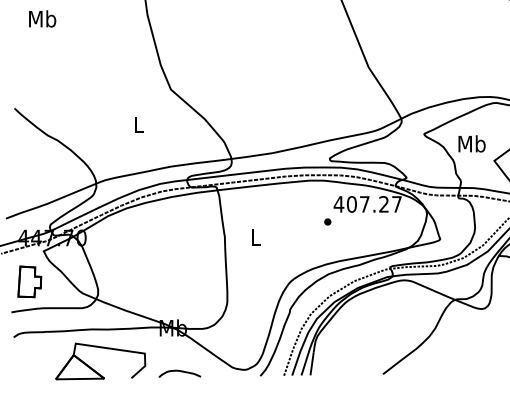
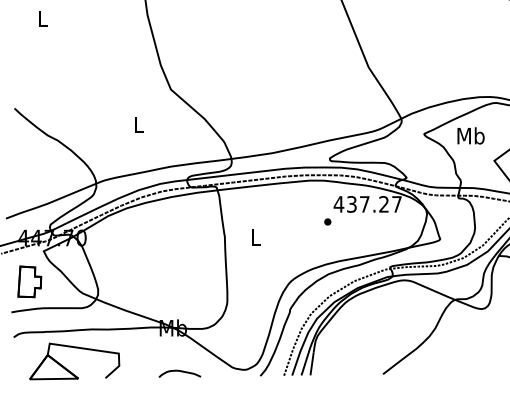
text at (42, 18): Mb -> L
text at (471, 143) position: (471, 143) -> (470, 135)
text at (351, 204): 407.27 -> 437.27
part at (93, 368) position: (93, 368) -> (67, 368)
